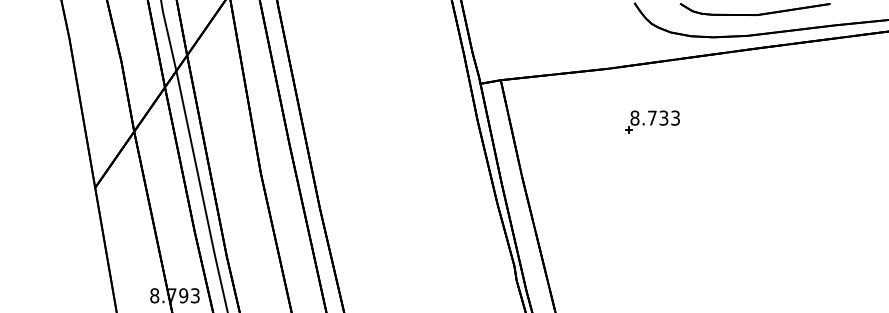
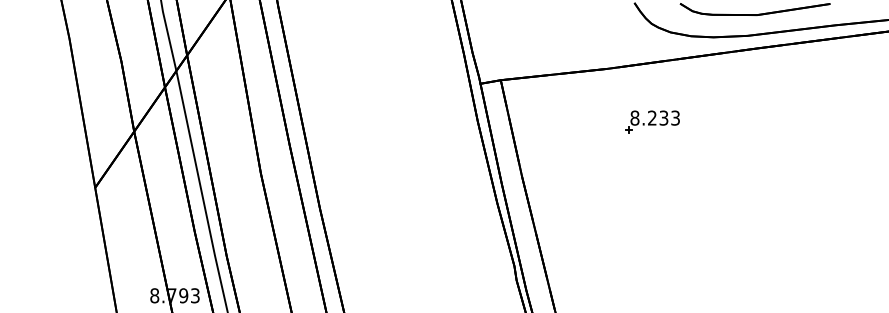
text at (652, 117): 8.733 -> 8.233
